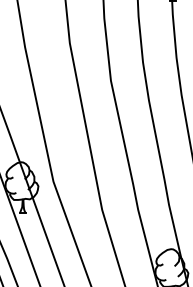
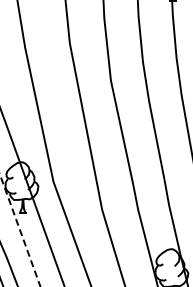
line at (20, 230): solid -> dashed
